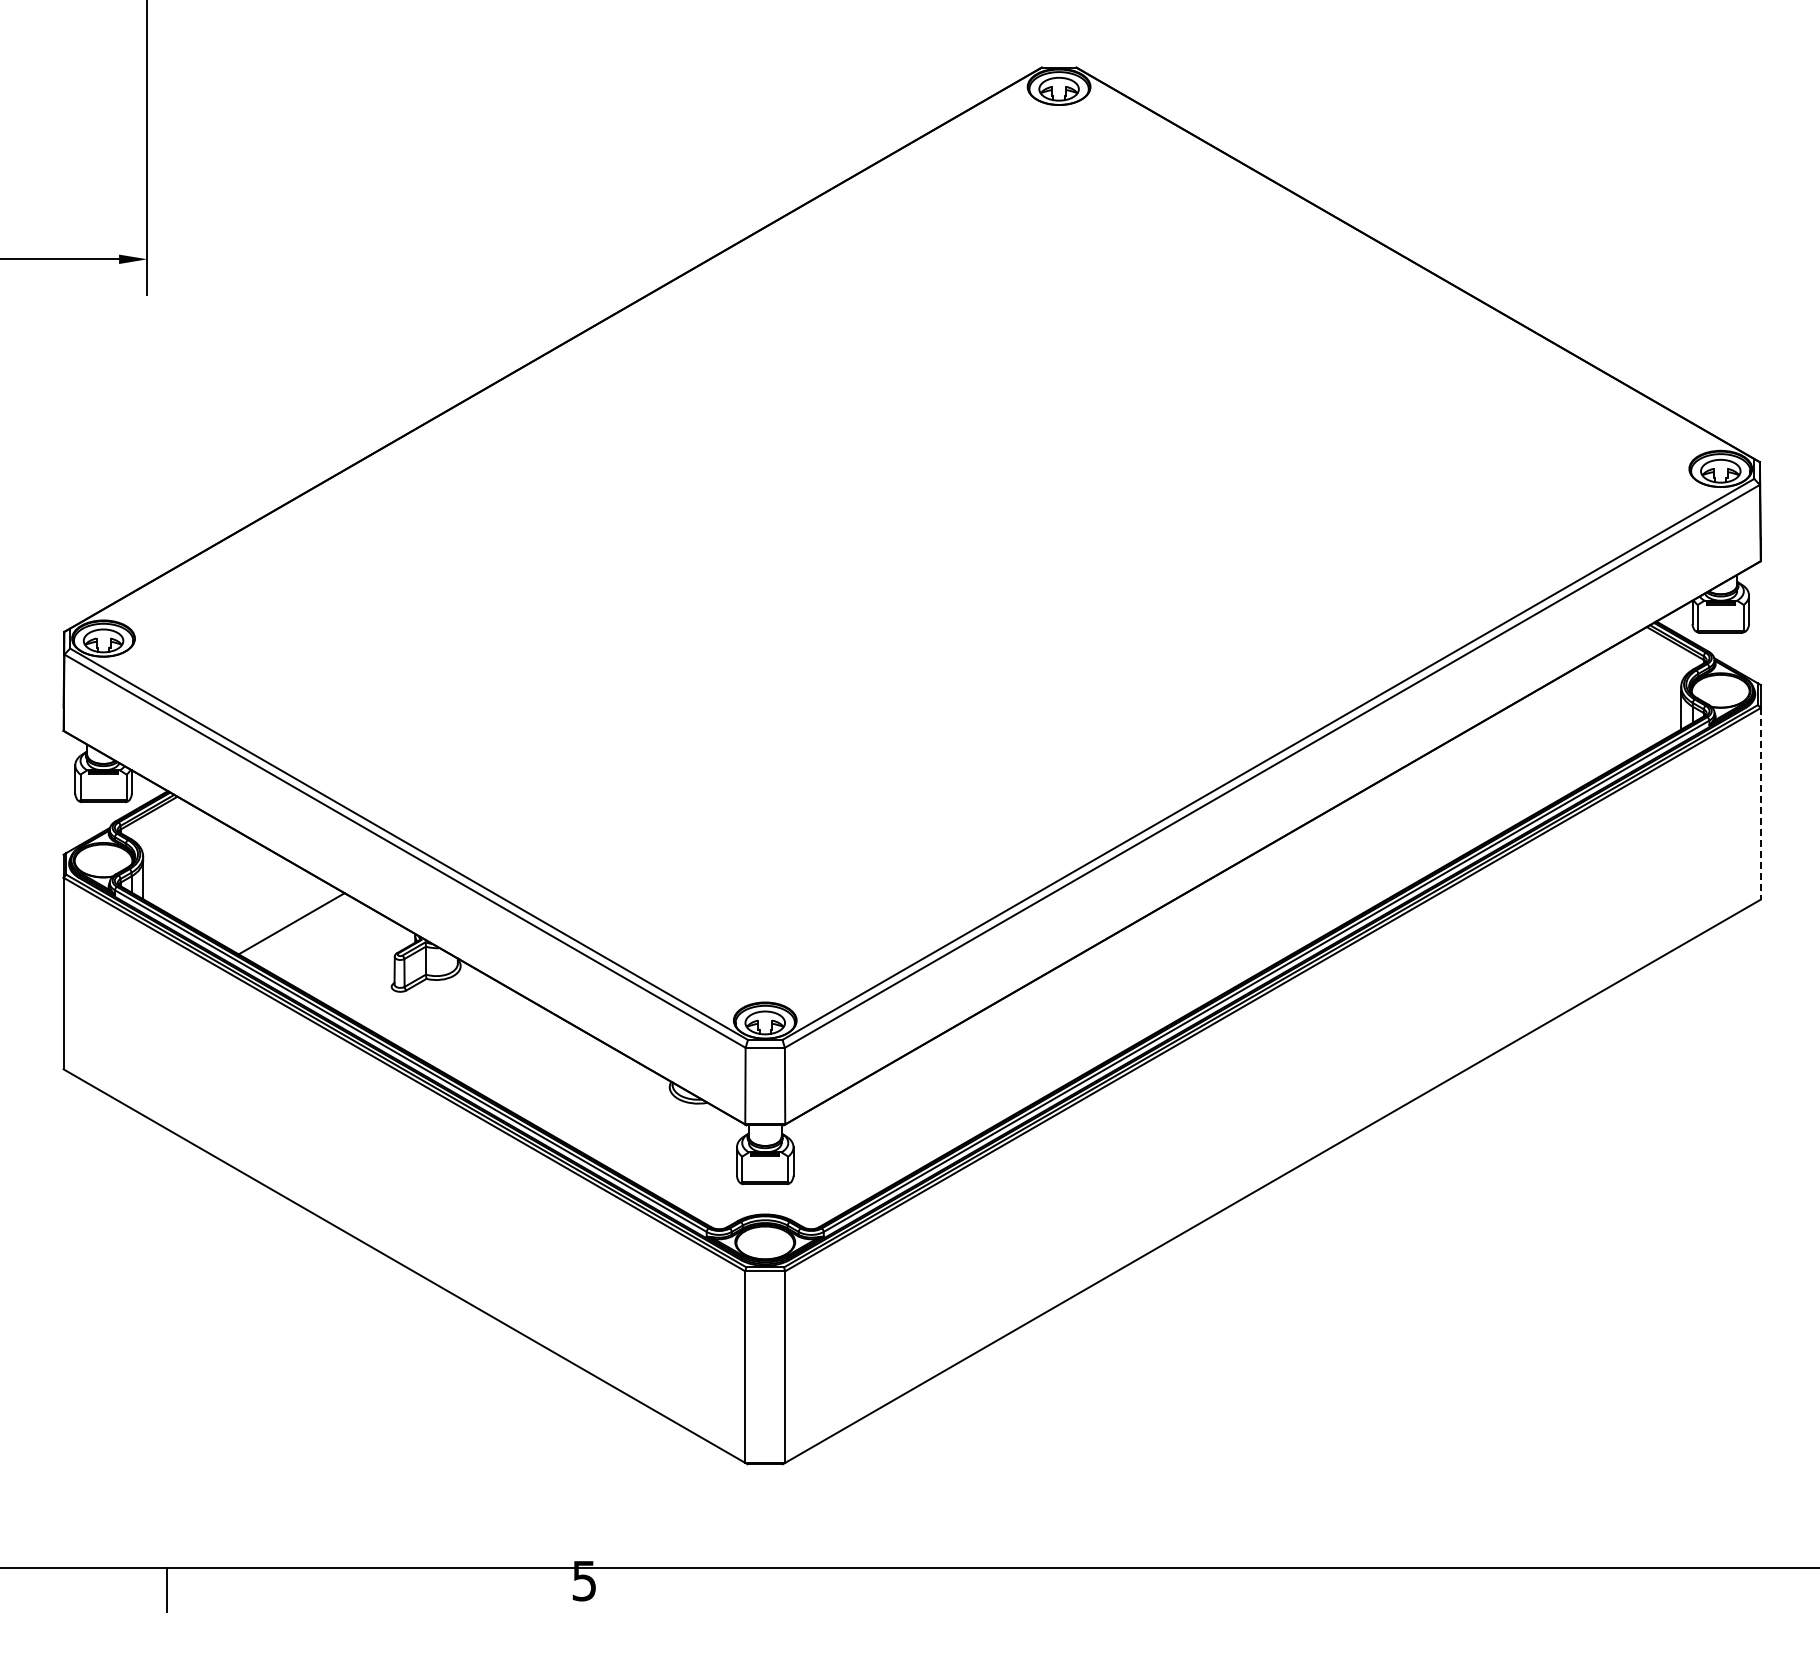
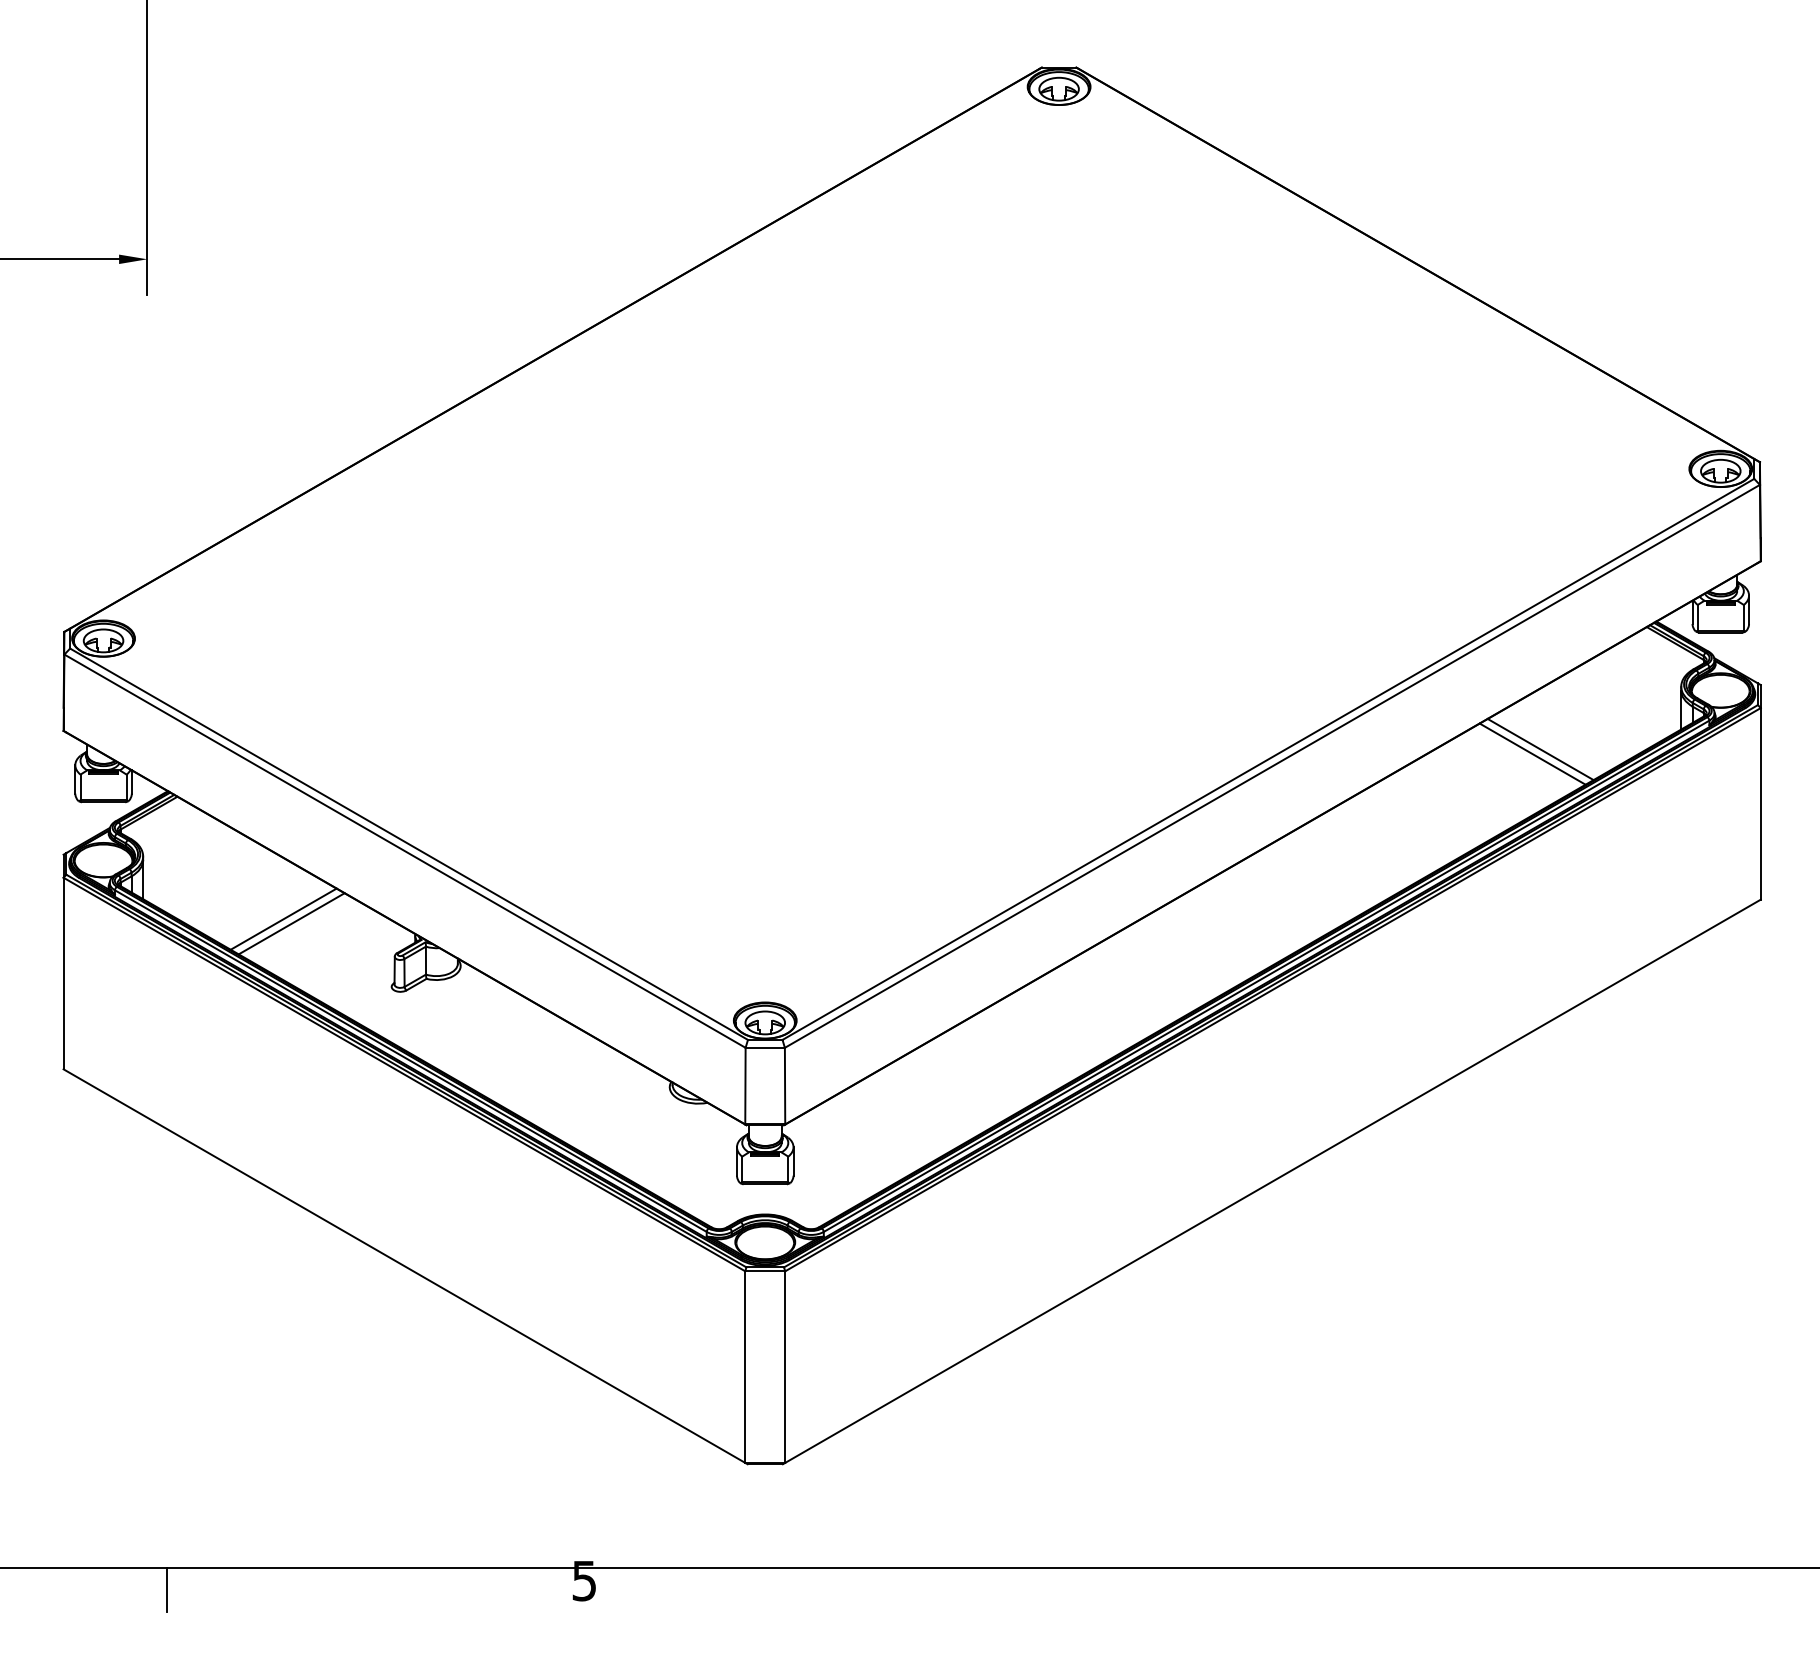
line at (1540, 749): none -> present
line at (1532, 753): none -> present
line at (1760, 803): dashed -> solid
line at (283, 918): none -> present
